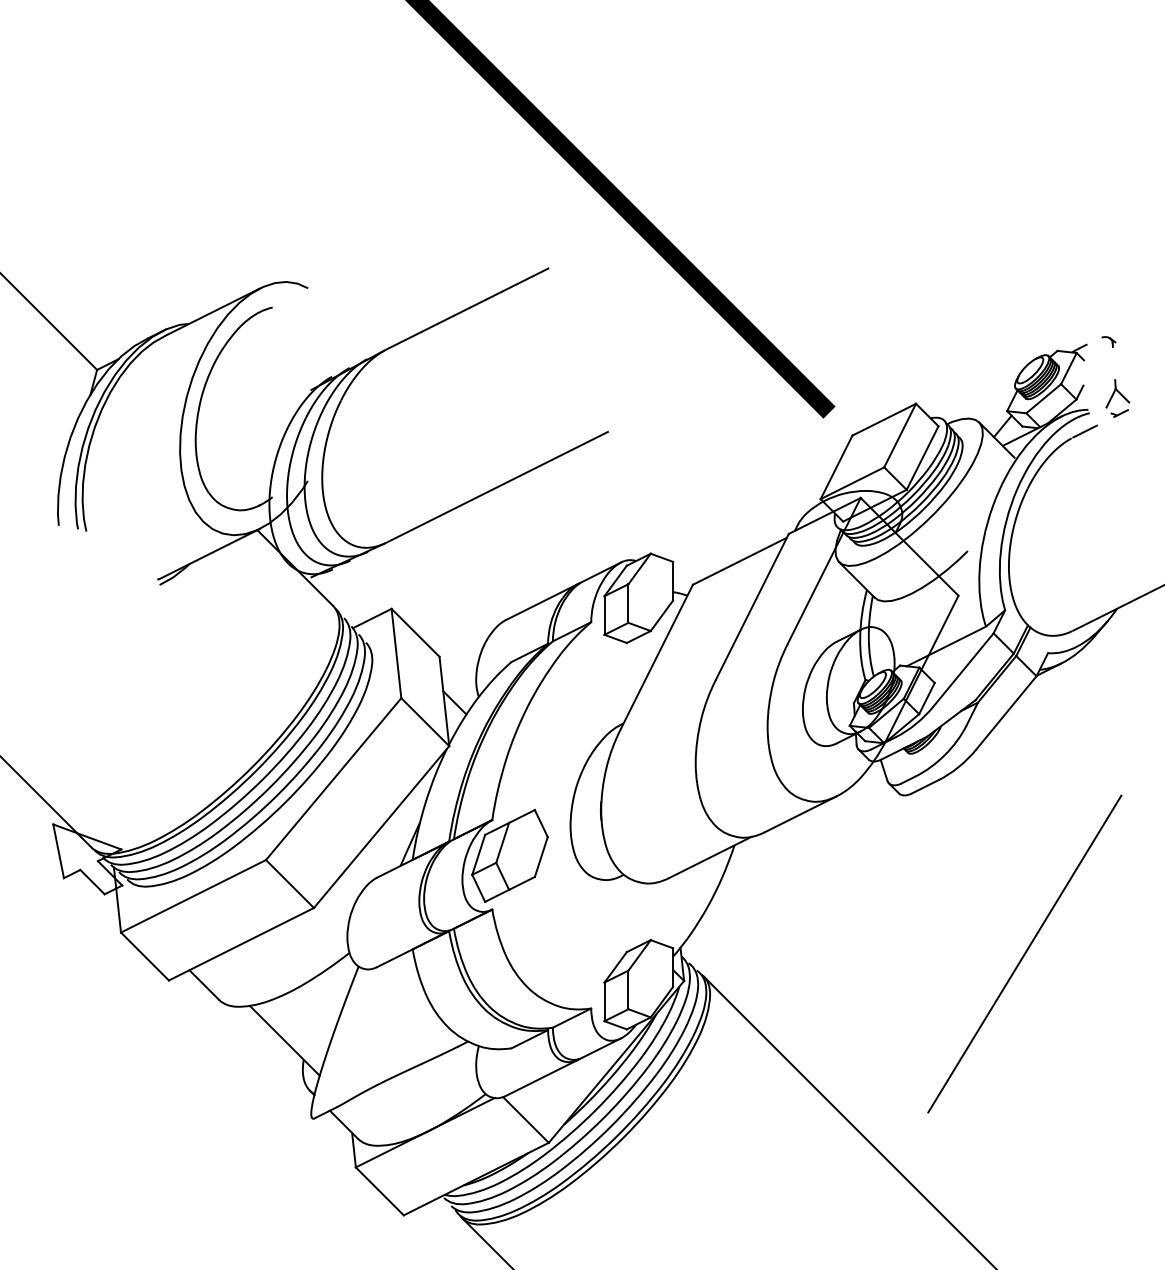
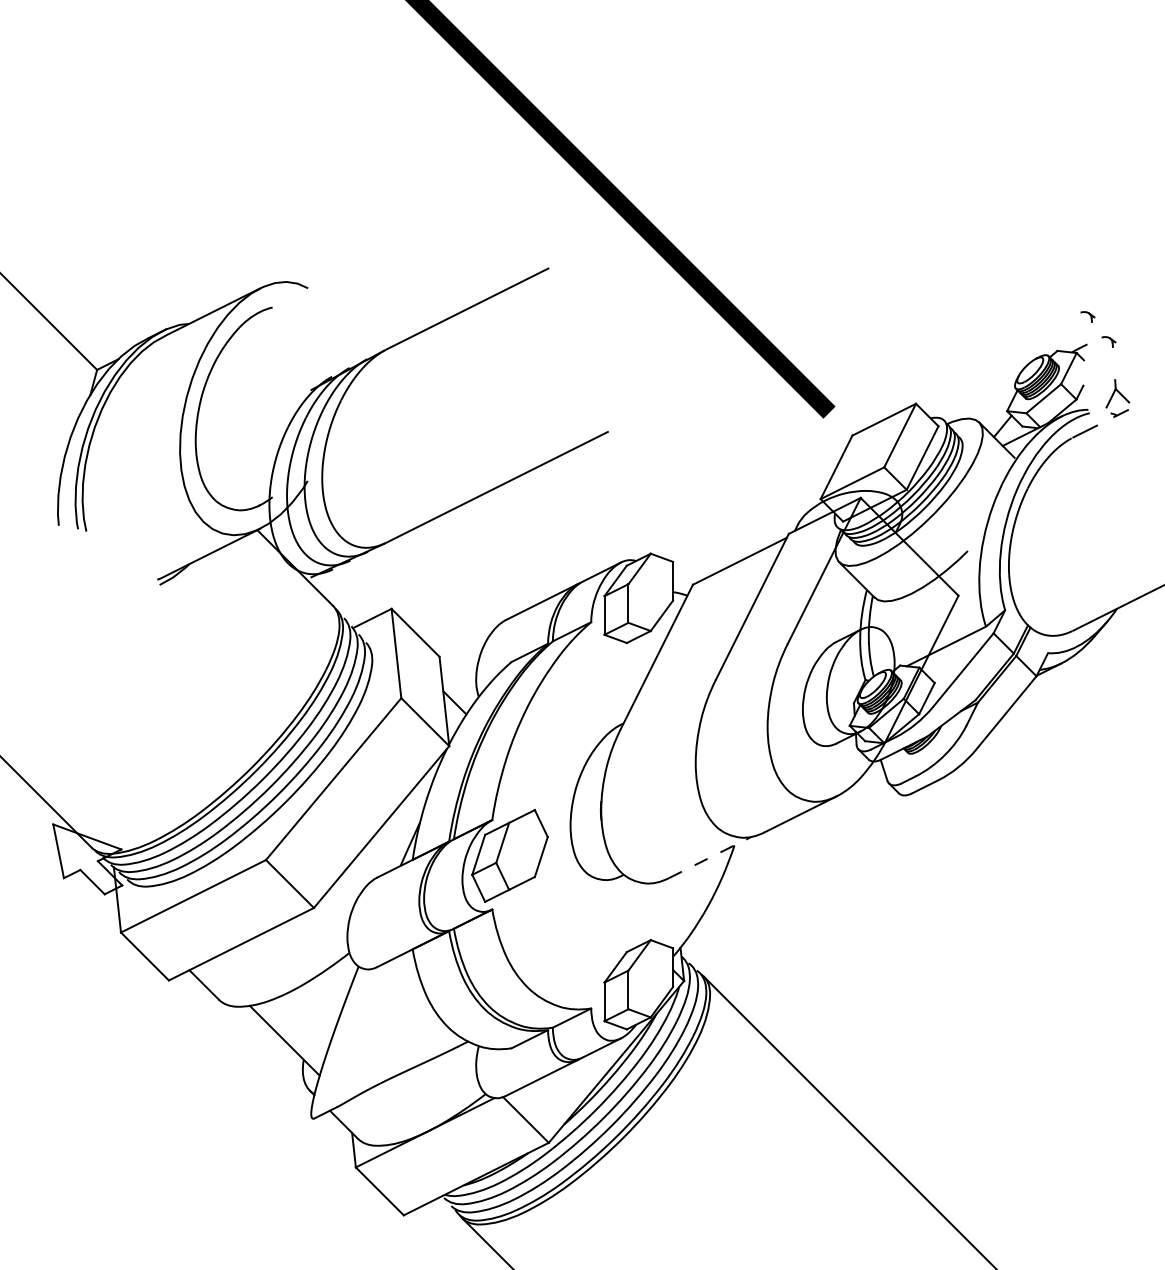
part at (1087, 316): none -> present
line at (710, 857): solid -> dashed
line at (1024, 953): present -> none
